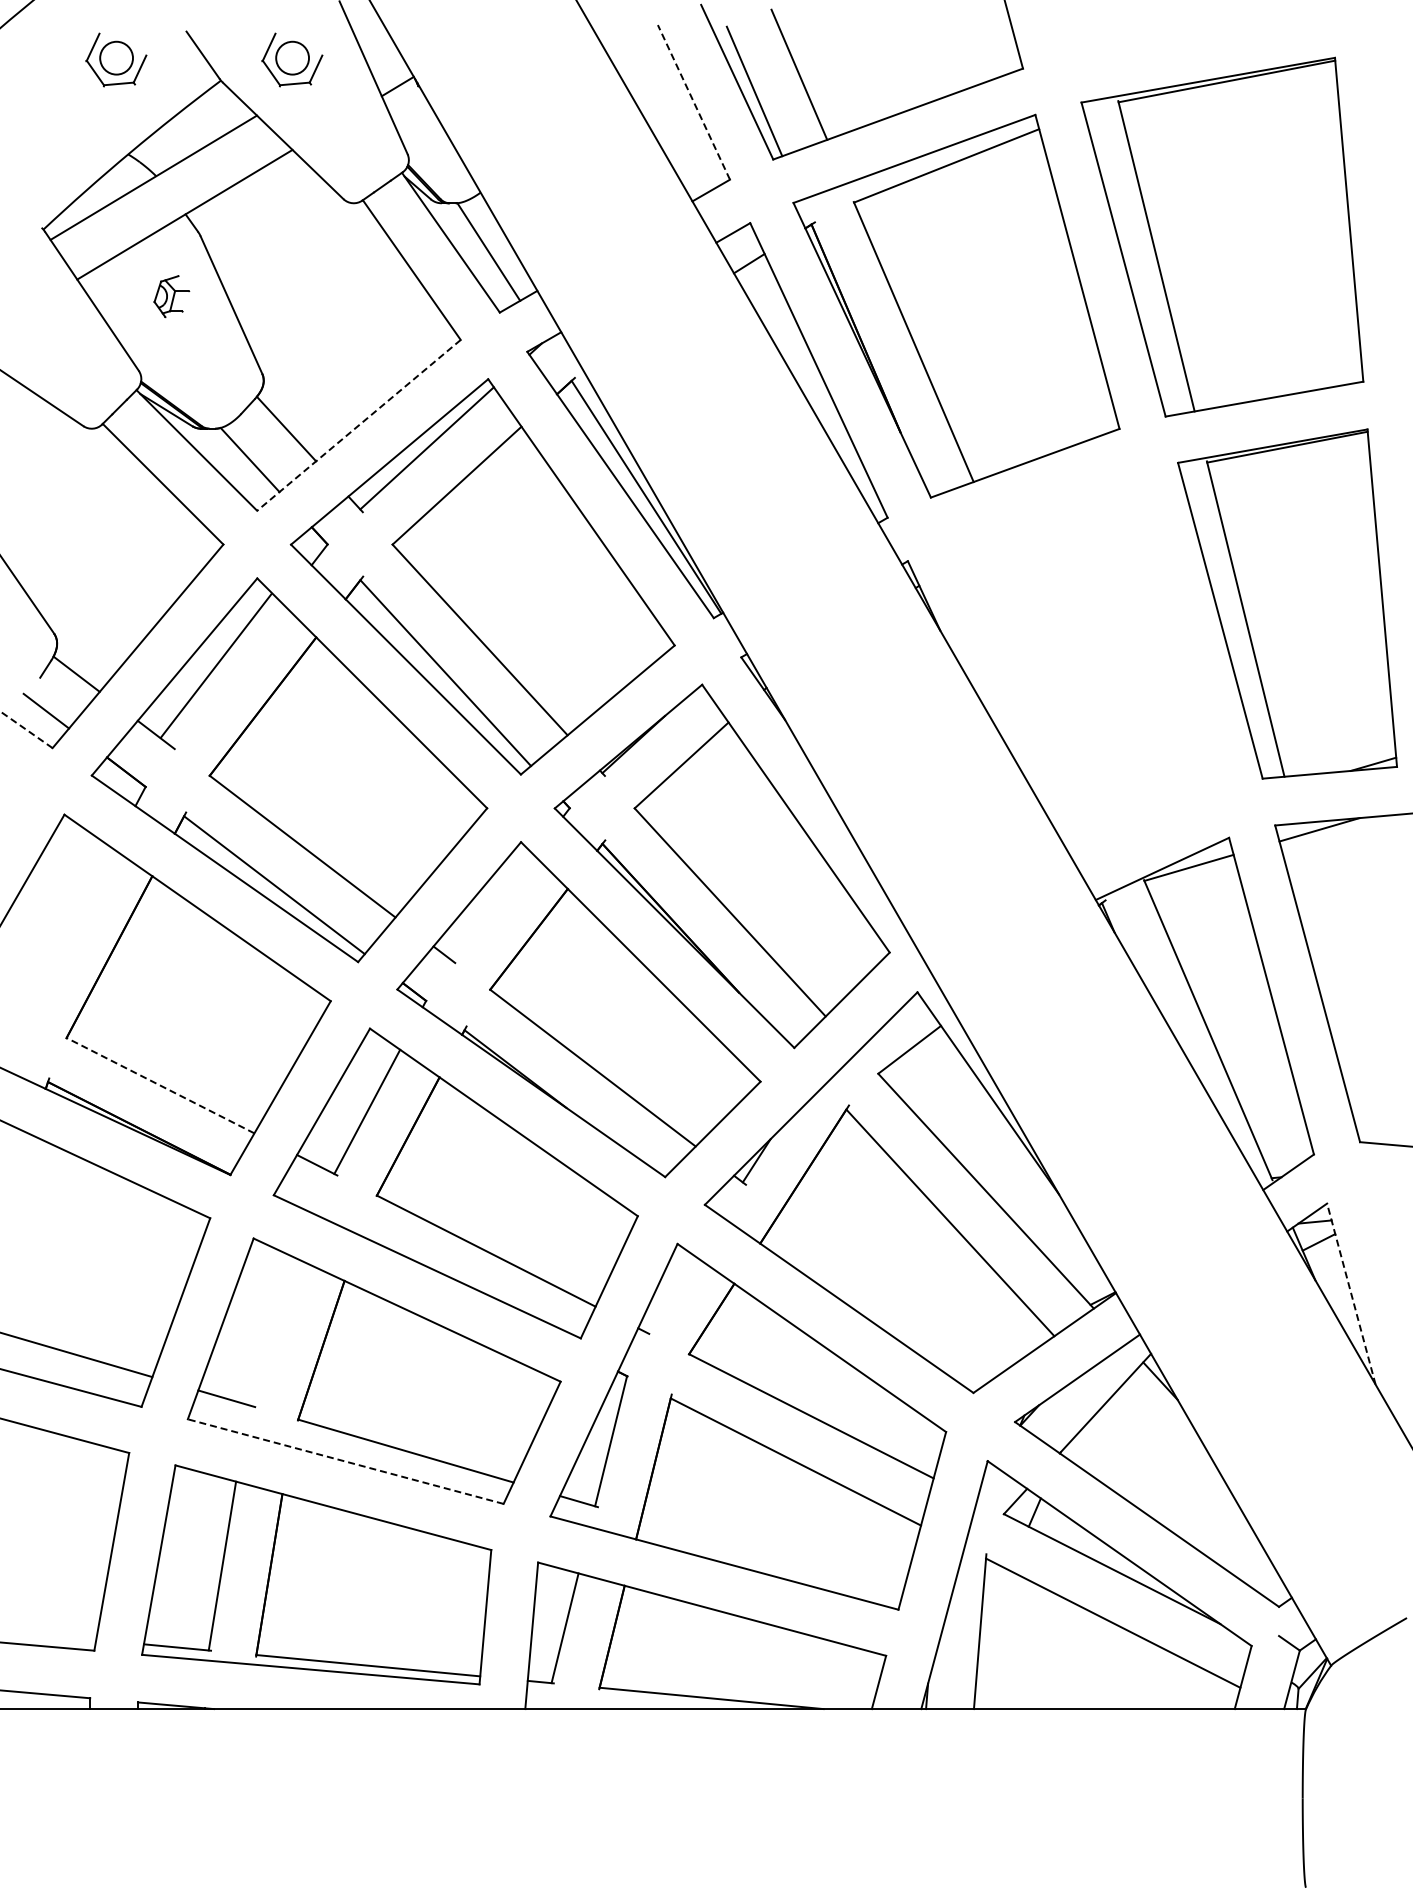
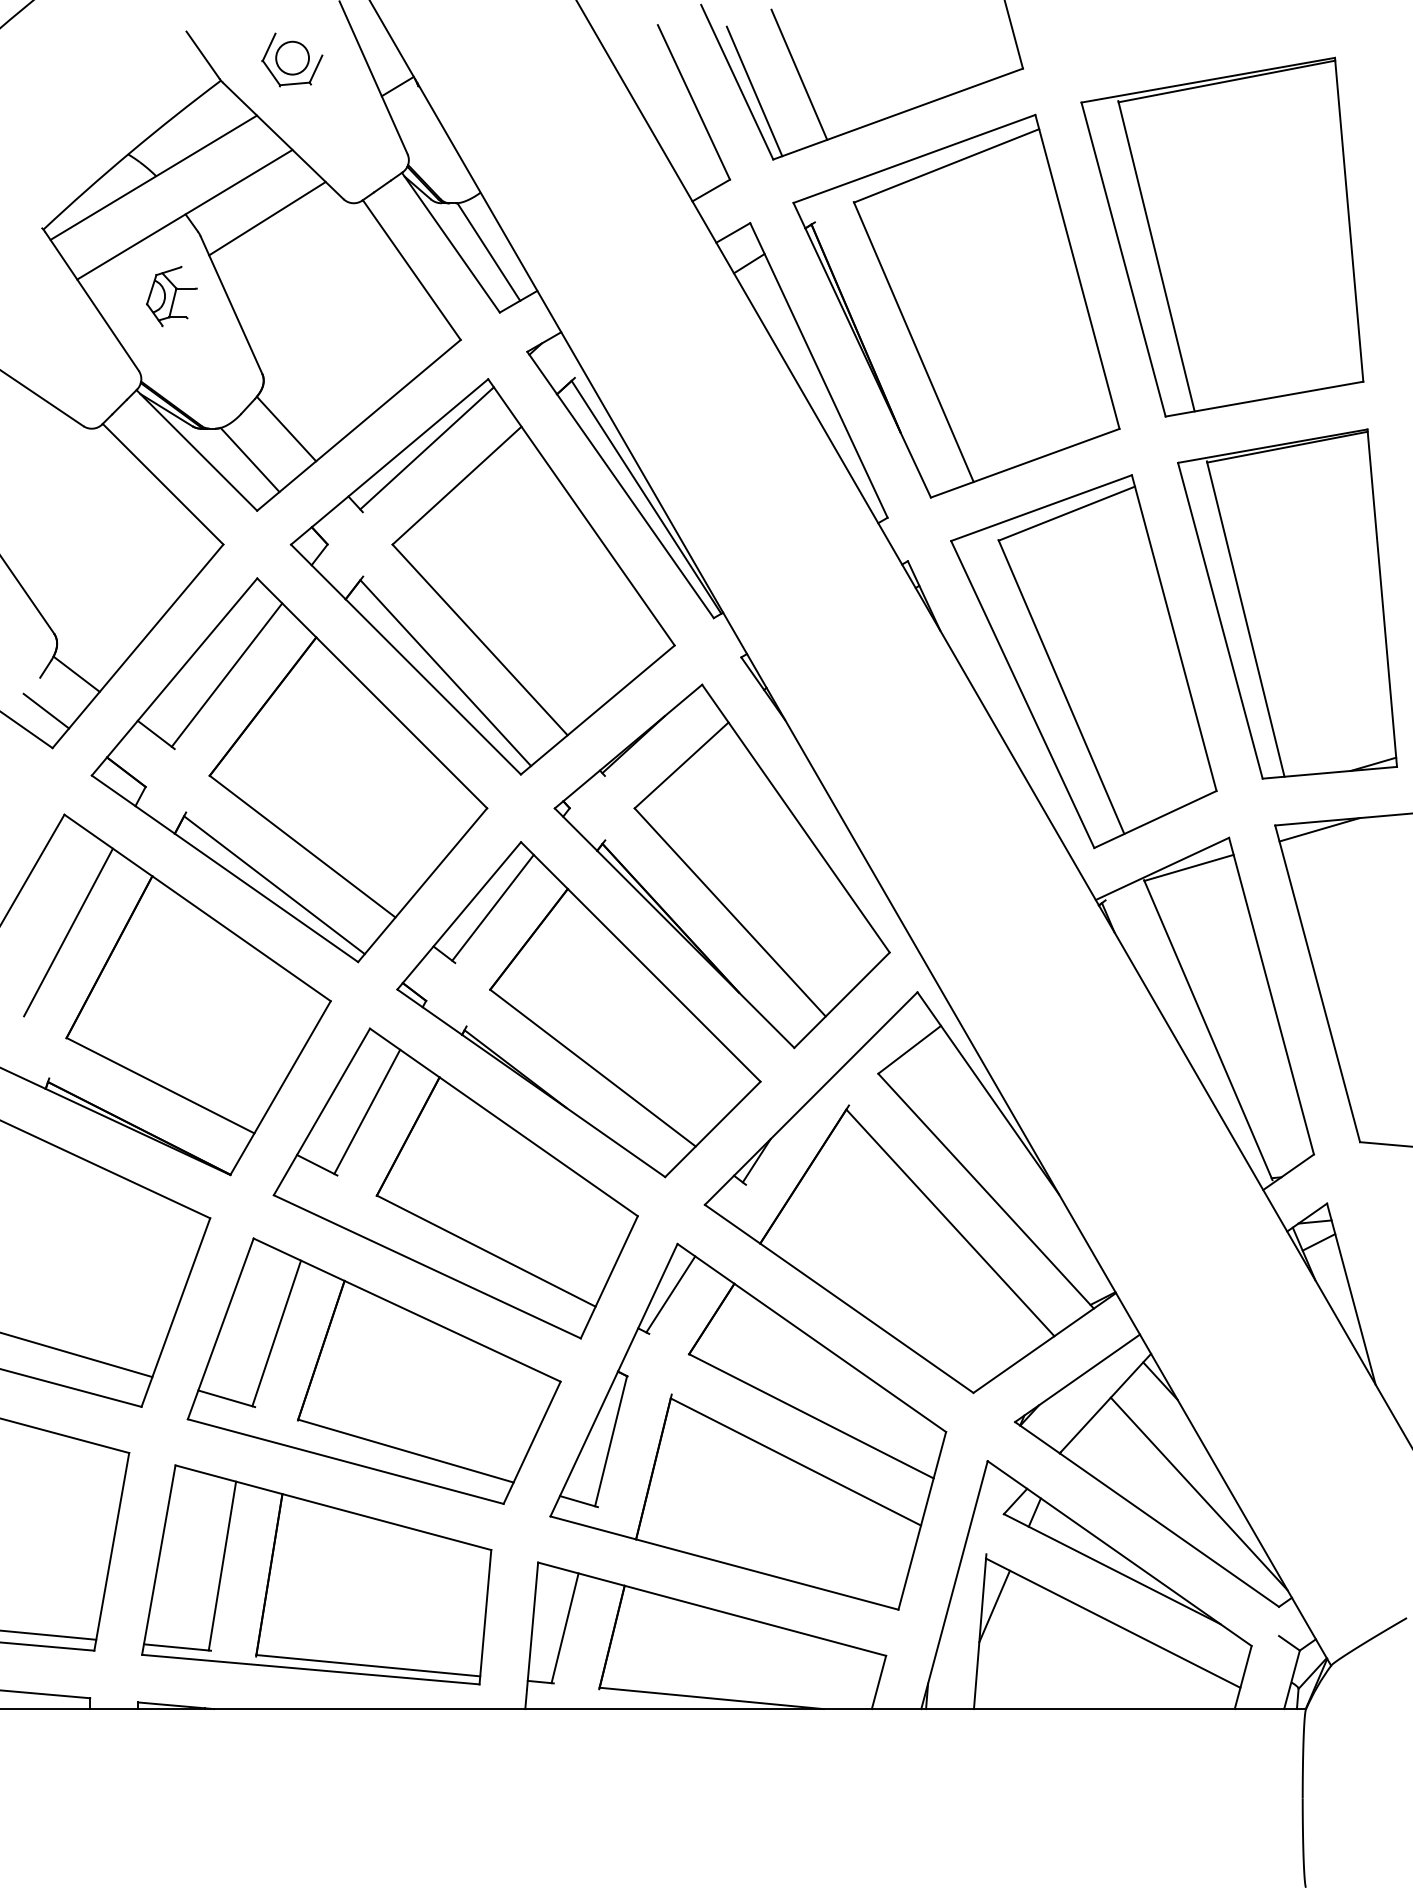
part at (116, 59): present -> none
line at (693, 101): dashed -> solid
line at (267, 218): none -> present
part at (171, 296) size: 38x44 px -> 52x62 px
line at (358, 425): dashed -> solid
part at (1083, 661): none -> present
line at (215, 665) position: (215, 665) -> (226, 674)
line at (26, 729): dashed -> solid
line at (492, 907): none -> present
line at (68, 932): none -> present
line at (160, 1085): dashed -> solid
line at (670, 1294): none -> present
line at (1351, 1294): dashed -> solid
line at (276, 1333): none -> present
line at (345, 1461): dashed -> solid
line at (1198, 1493): none -> present
line at (994, 1606): none -> present
line at (49, 1634): none -> present
